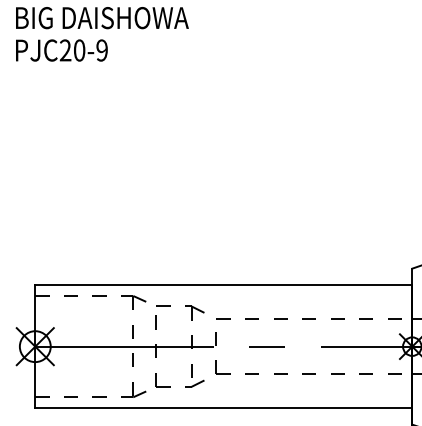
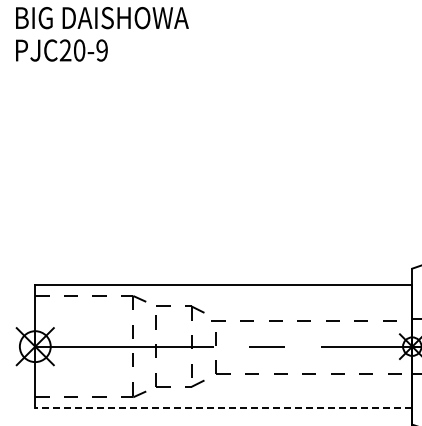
line at (308, 318) position: (308, 318) -> (303, 320)
line at (223, 408): solid -> dashed
